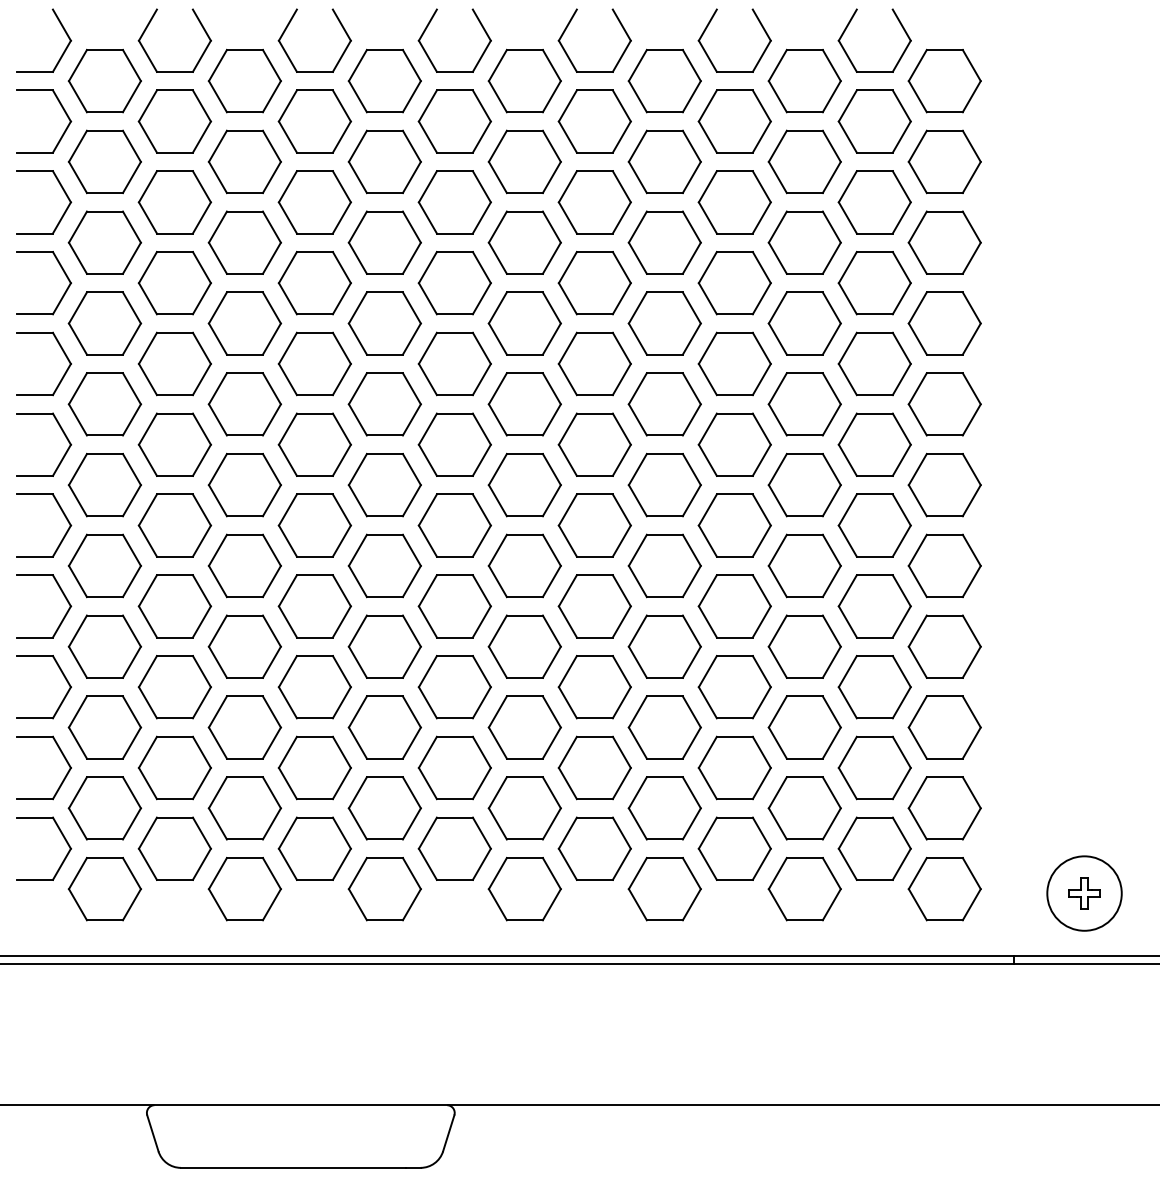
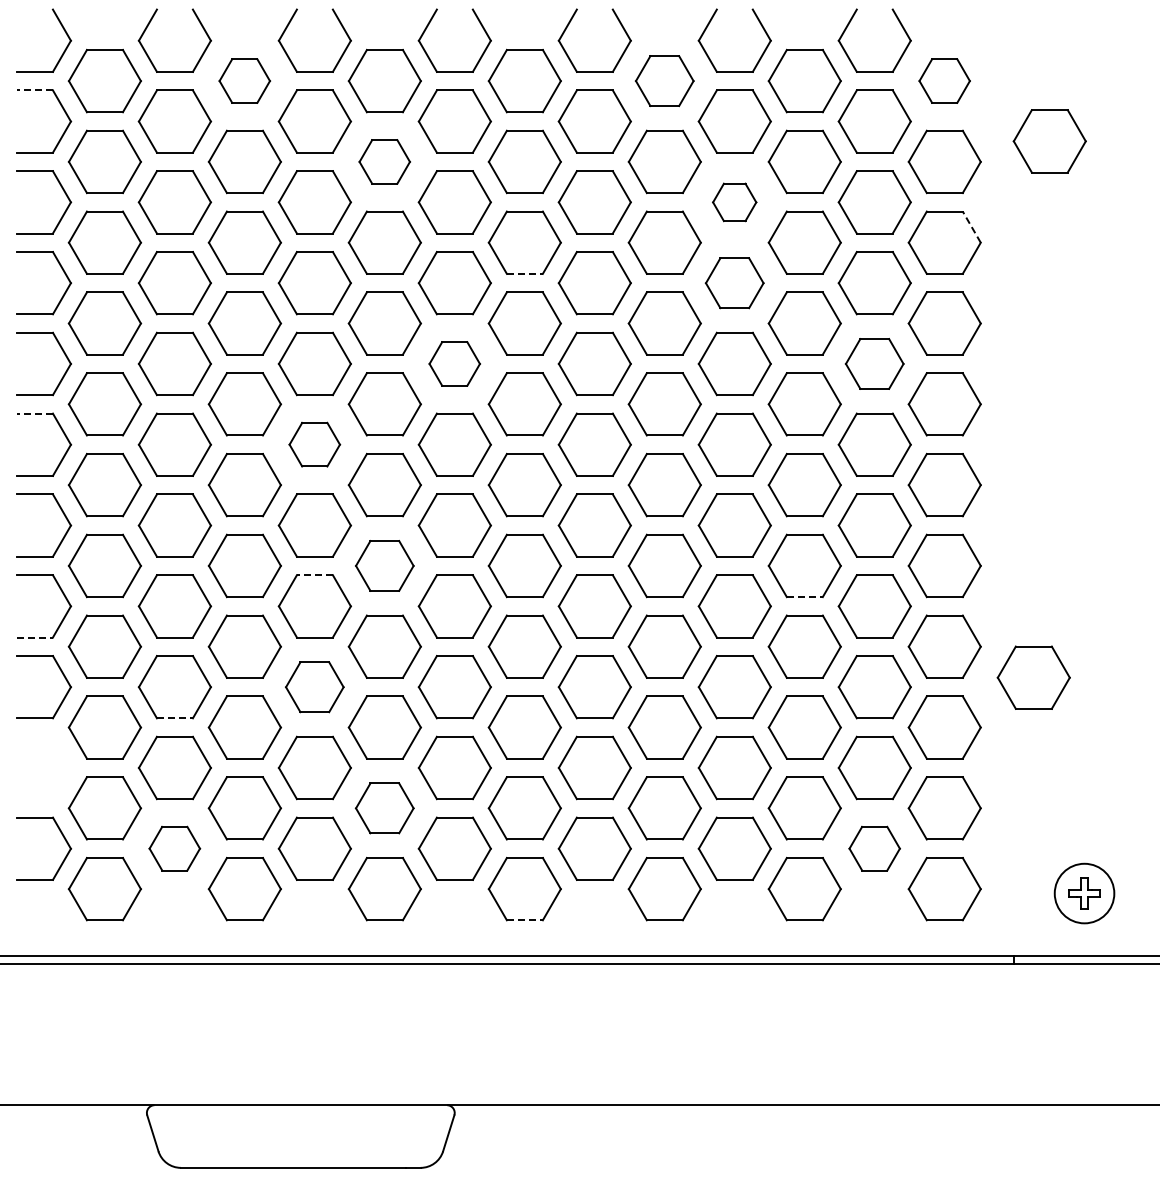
part at (244, 80) size: 75x66 px -> 54x46 px
part at (664, 80) size: 75x66 px -> 61x53 px
part at (944, 80) size: 75x66 px -> 53x46 px
line at (34, 90): solid -> dashed
part at (1049, 141): none -> present
part at (384, 161) size: 75x66 px -> 53x46 px
part at (734, 202) size: 75x65 px -> 46x41 px
line at (971, 227): solid -> dashed
line at (524, 273): solid -> dashed
part at (734, 283) size: 75x65 px -> 61x53 px
part at (454, 363) size: 75x66 px -> 53x46 px
part at (874, 363) size: 75x66 px -> 61x52 px
line at (34, 413): solid -> dashed
part at (314, 444) size: 75x65 px -> 54x47 px
part at (384, 565) size: 75x66 px -> 60x52 px
line at (314, 575): solid -> dashed
line at (804, 597): solid -> dashed
line at (34, 637): solid -> dashed
part at (1033, 677): none -> present
part at (314, 687) size: 75x65 px -> 60x53 px
line at (174, 718): solid -> dashed
part at (63, 757): present -> none
part at (384, 808) size: 75x65 px -> 61x53 px
part at (174, 848) size: 75x65 px -> 54x47 px
part at (874, 848) size: 75x65 px -> 53x47 px
circle at (1084, 893) diameter: 74 px -> 60 px
line at (524, 920): solid -> dashed
